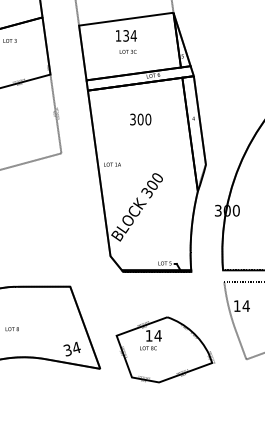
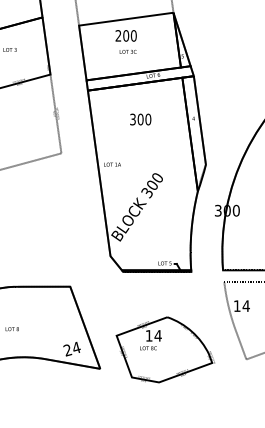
text at (125, 35): 134 -> 200
text at (9, 40) position: (9, 40) -> (9, 49)
text at (67, 350): 34 -> 24
